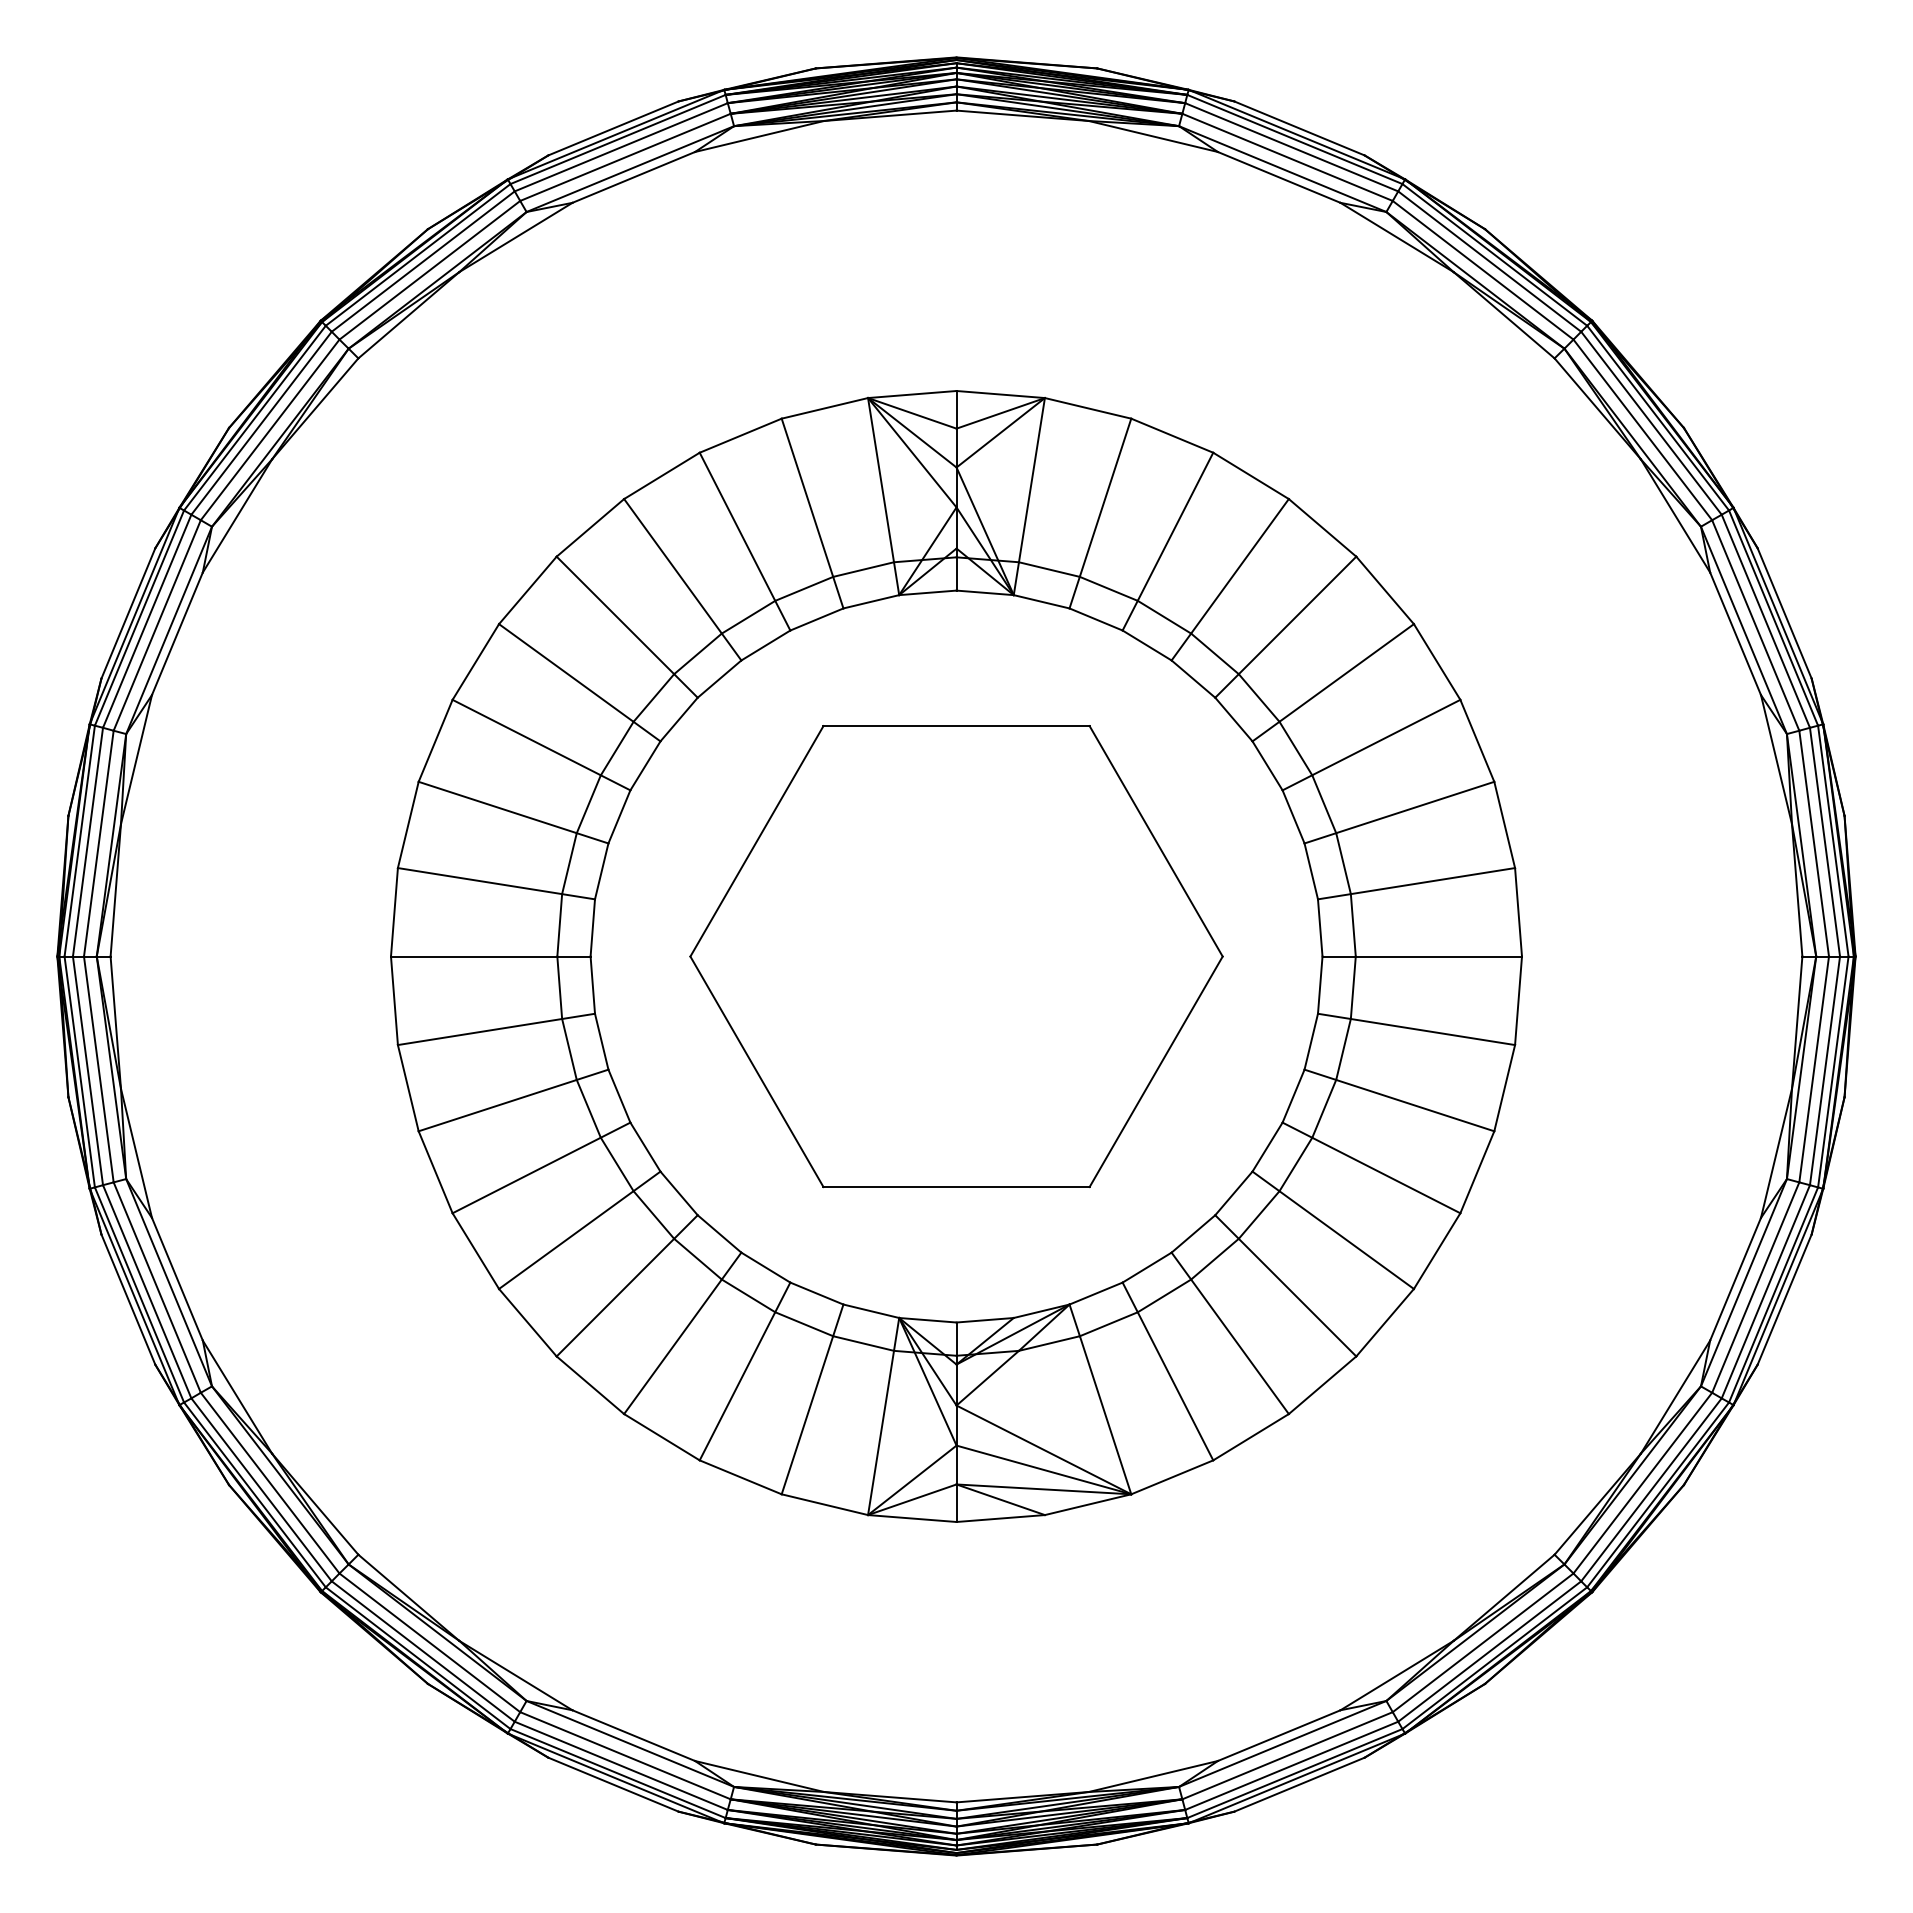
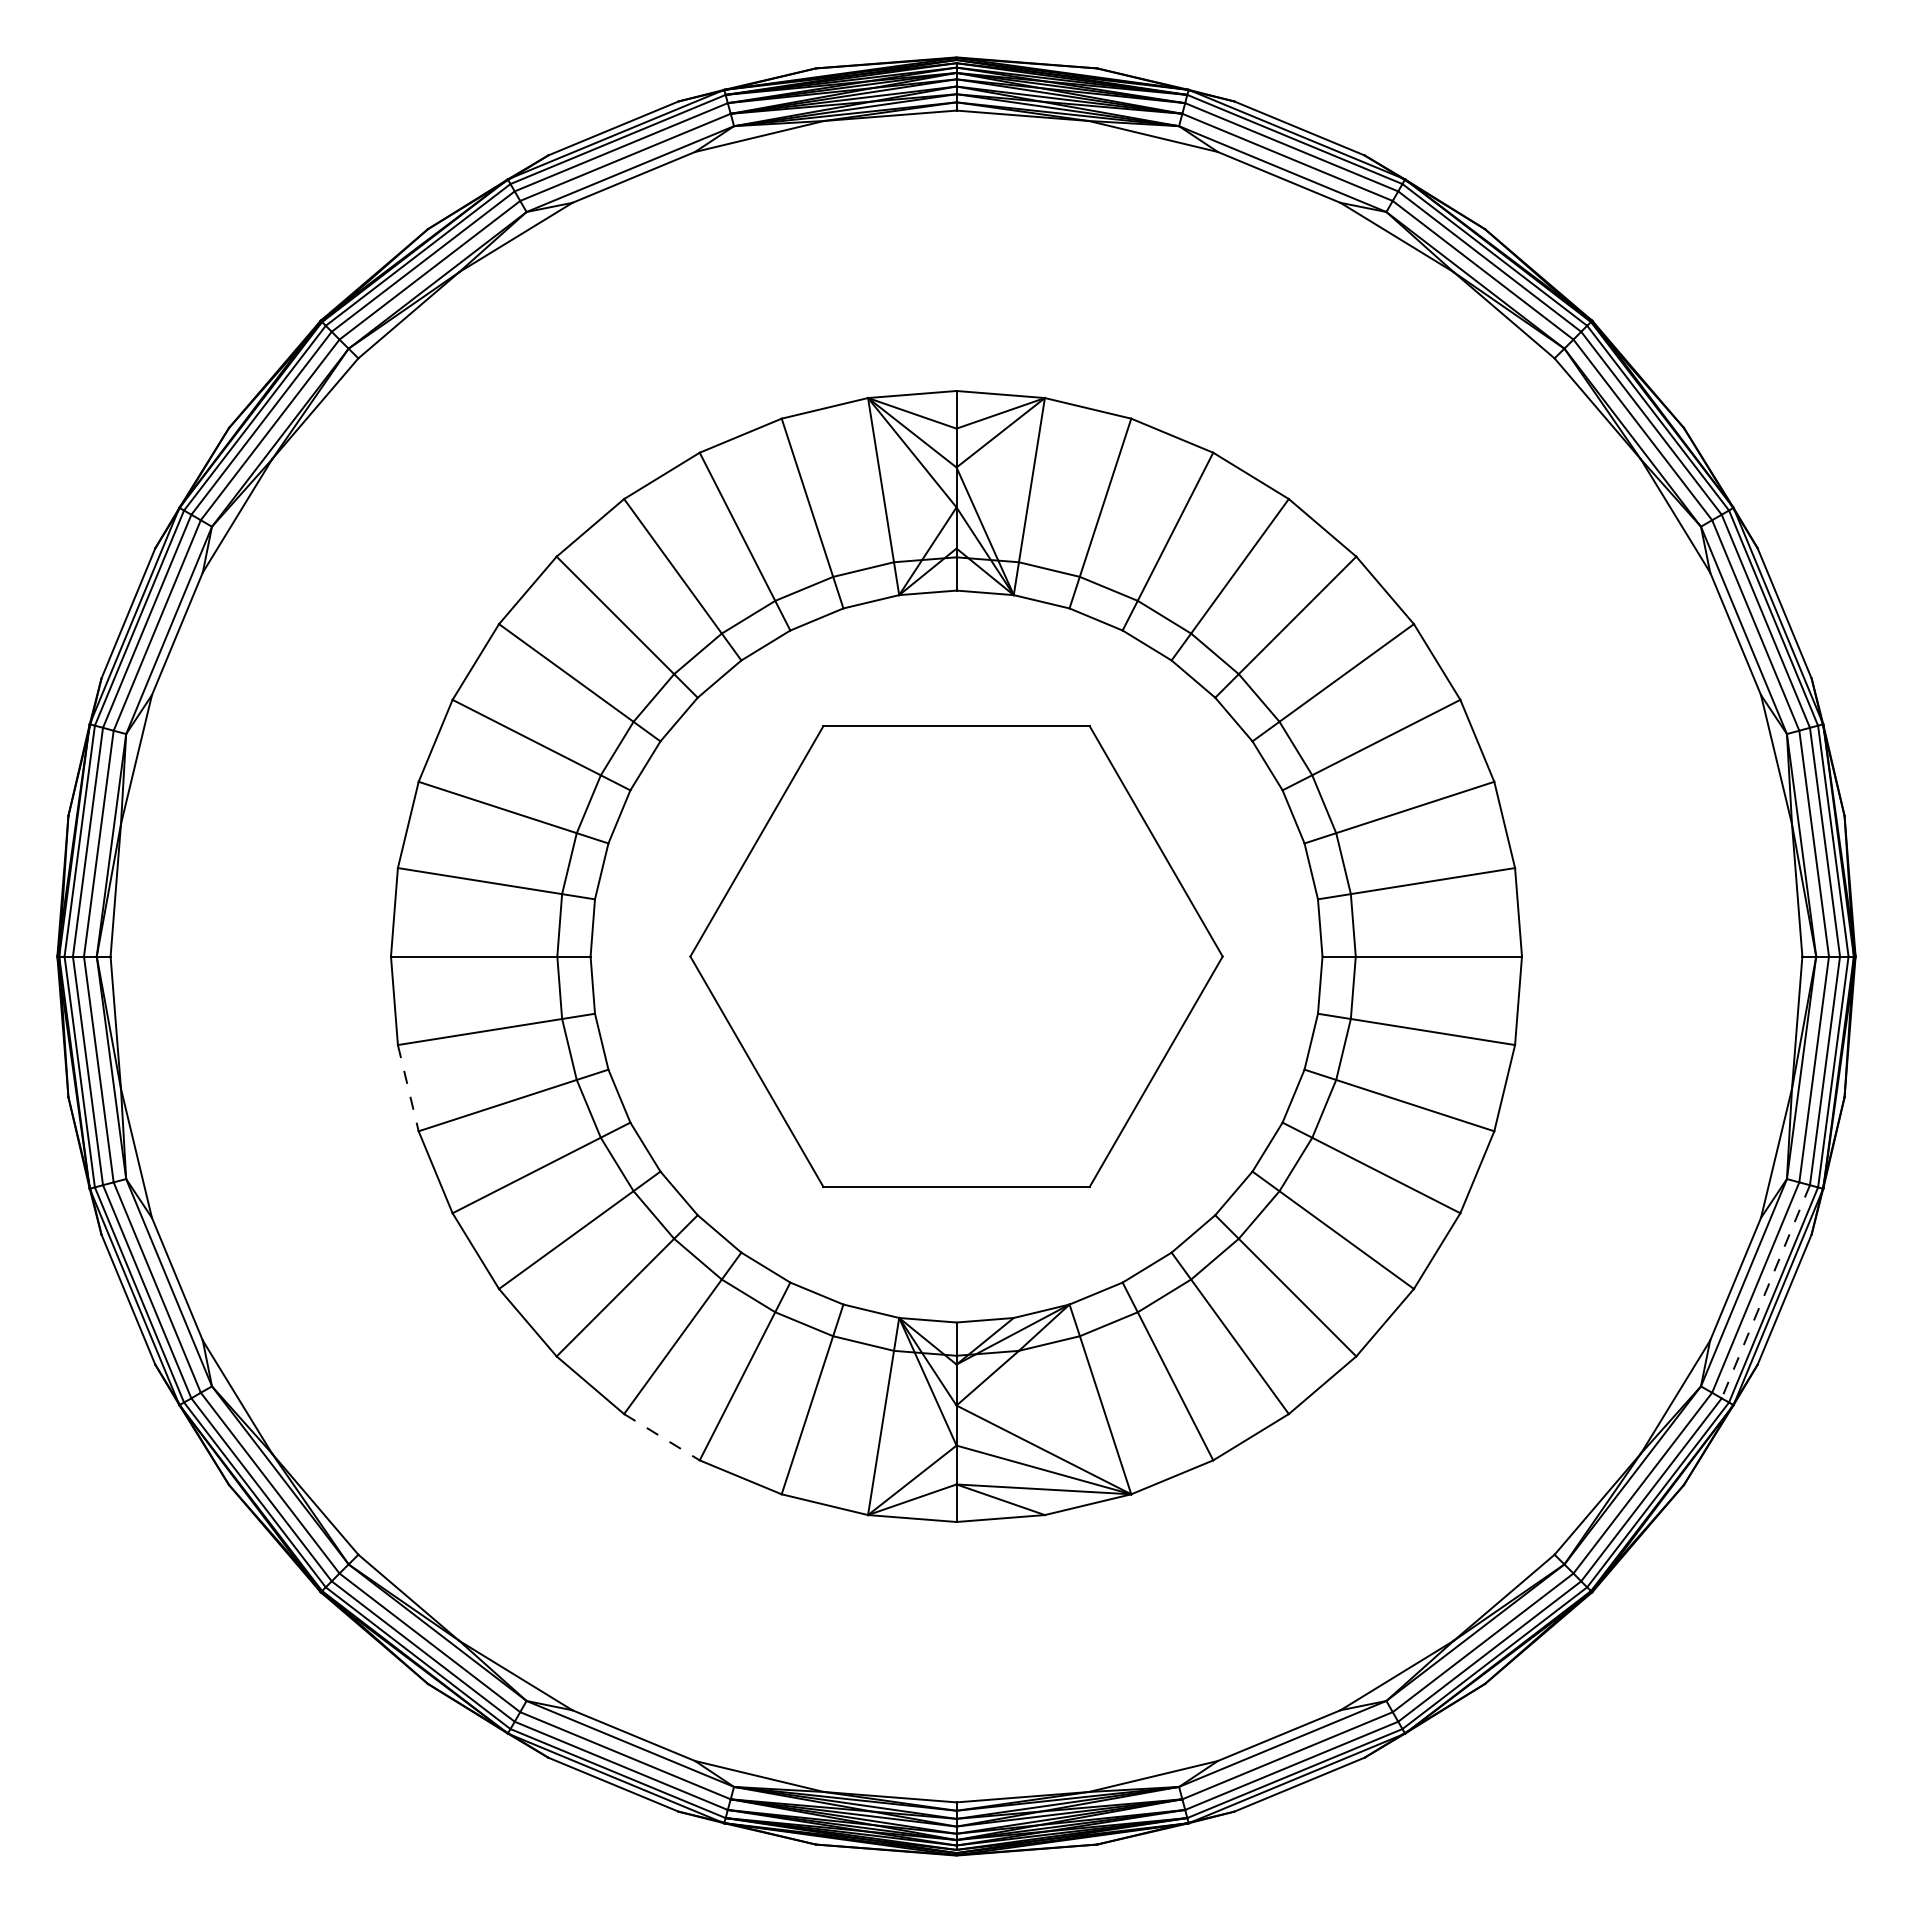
line at (408, 1088): solid -> dashed
line at (1765, 1292): solid -> dashed
line at (662, 1437): solid -> dashed
